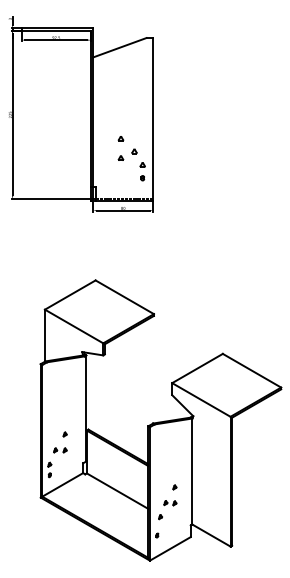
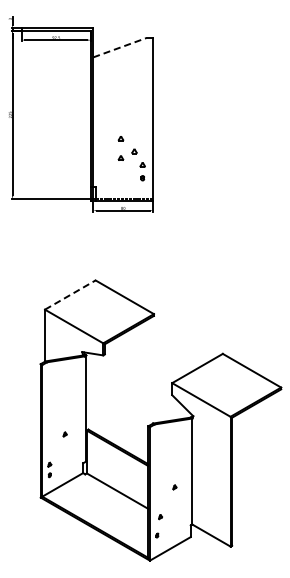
line at (120, 47): solid -> dashed
line at (70, 294): solid -> dashed
part at (60, 450): present -> none
part at (170, 503): present -> none
